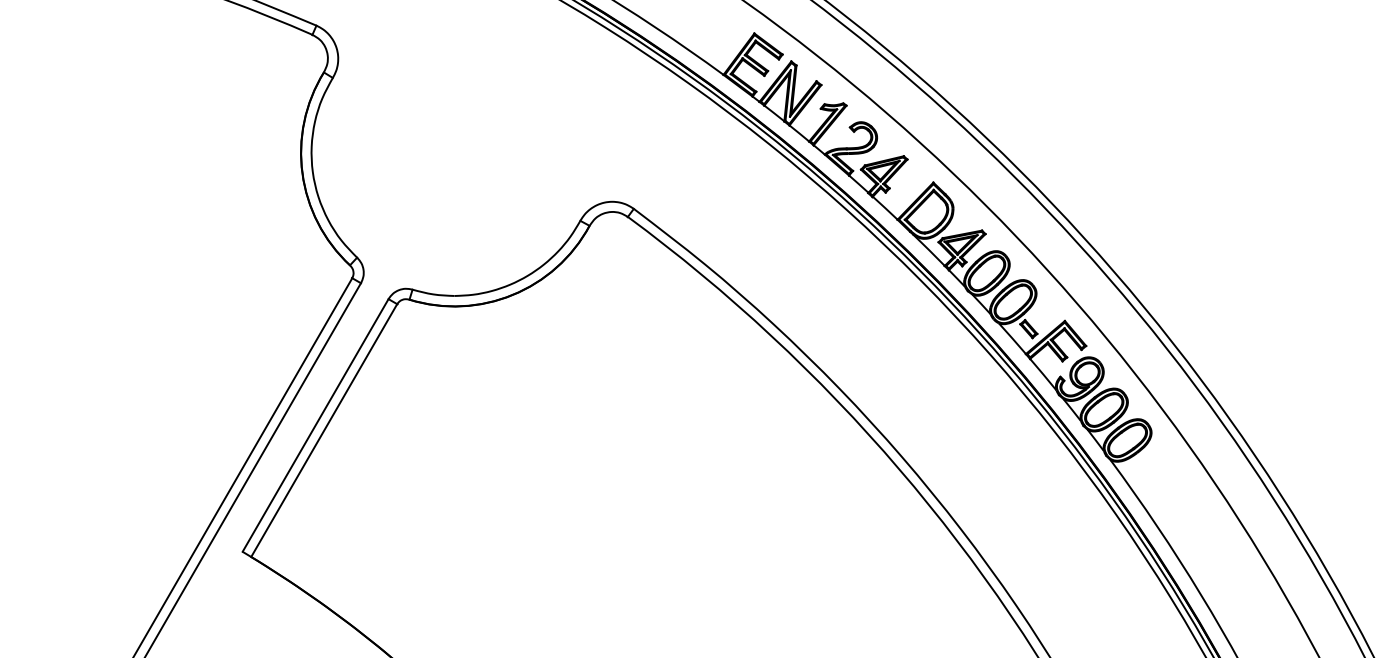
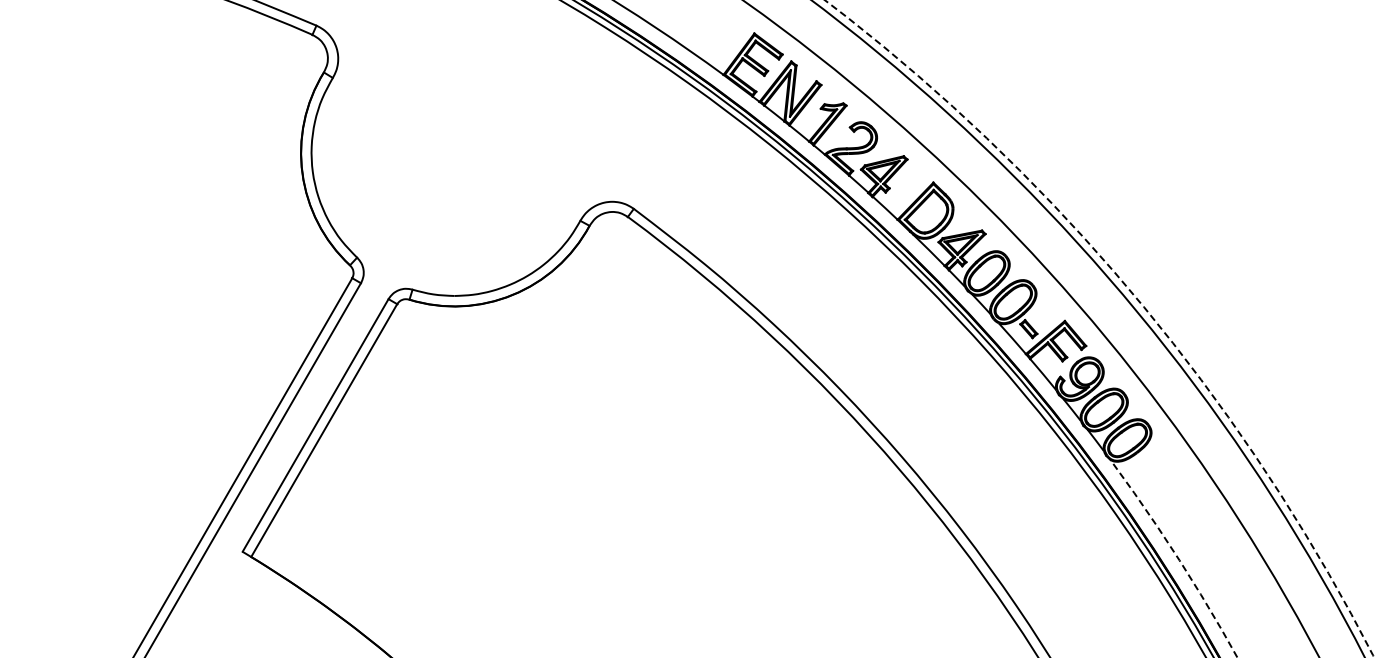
circle at (1099, 328): solid -> dashed
arc at (1177, 557): solid -> dashed
